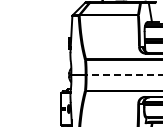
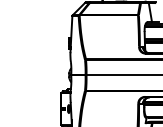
line at (124, 75): dashed -> solid
